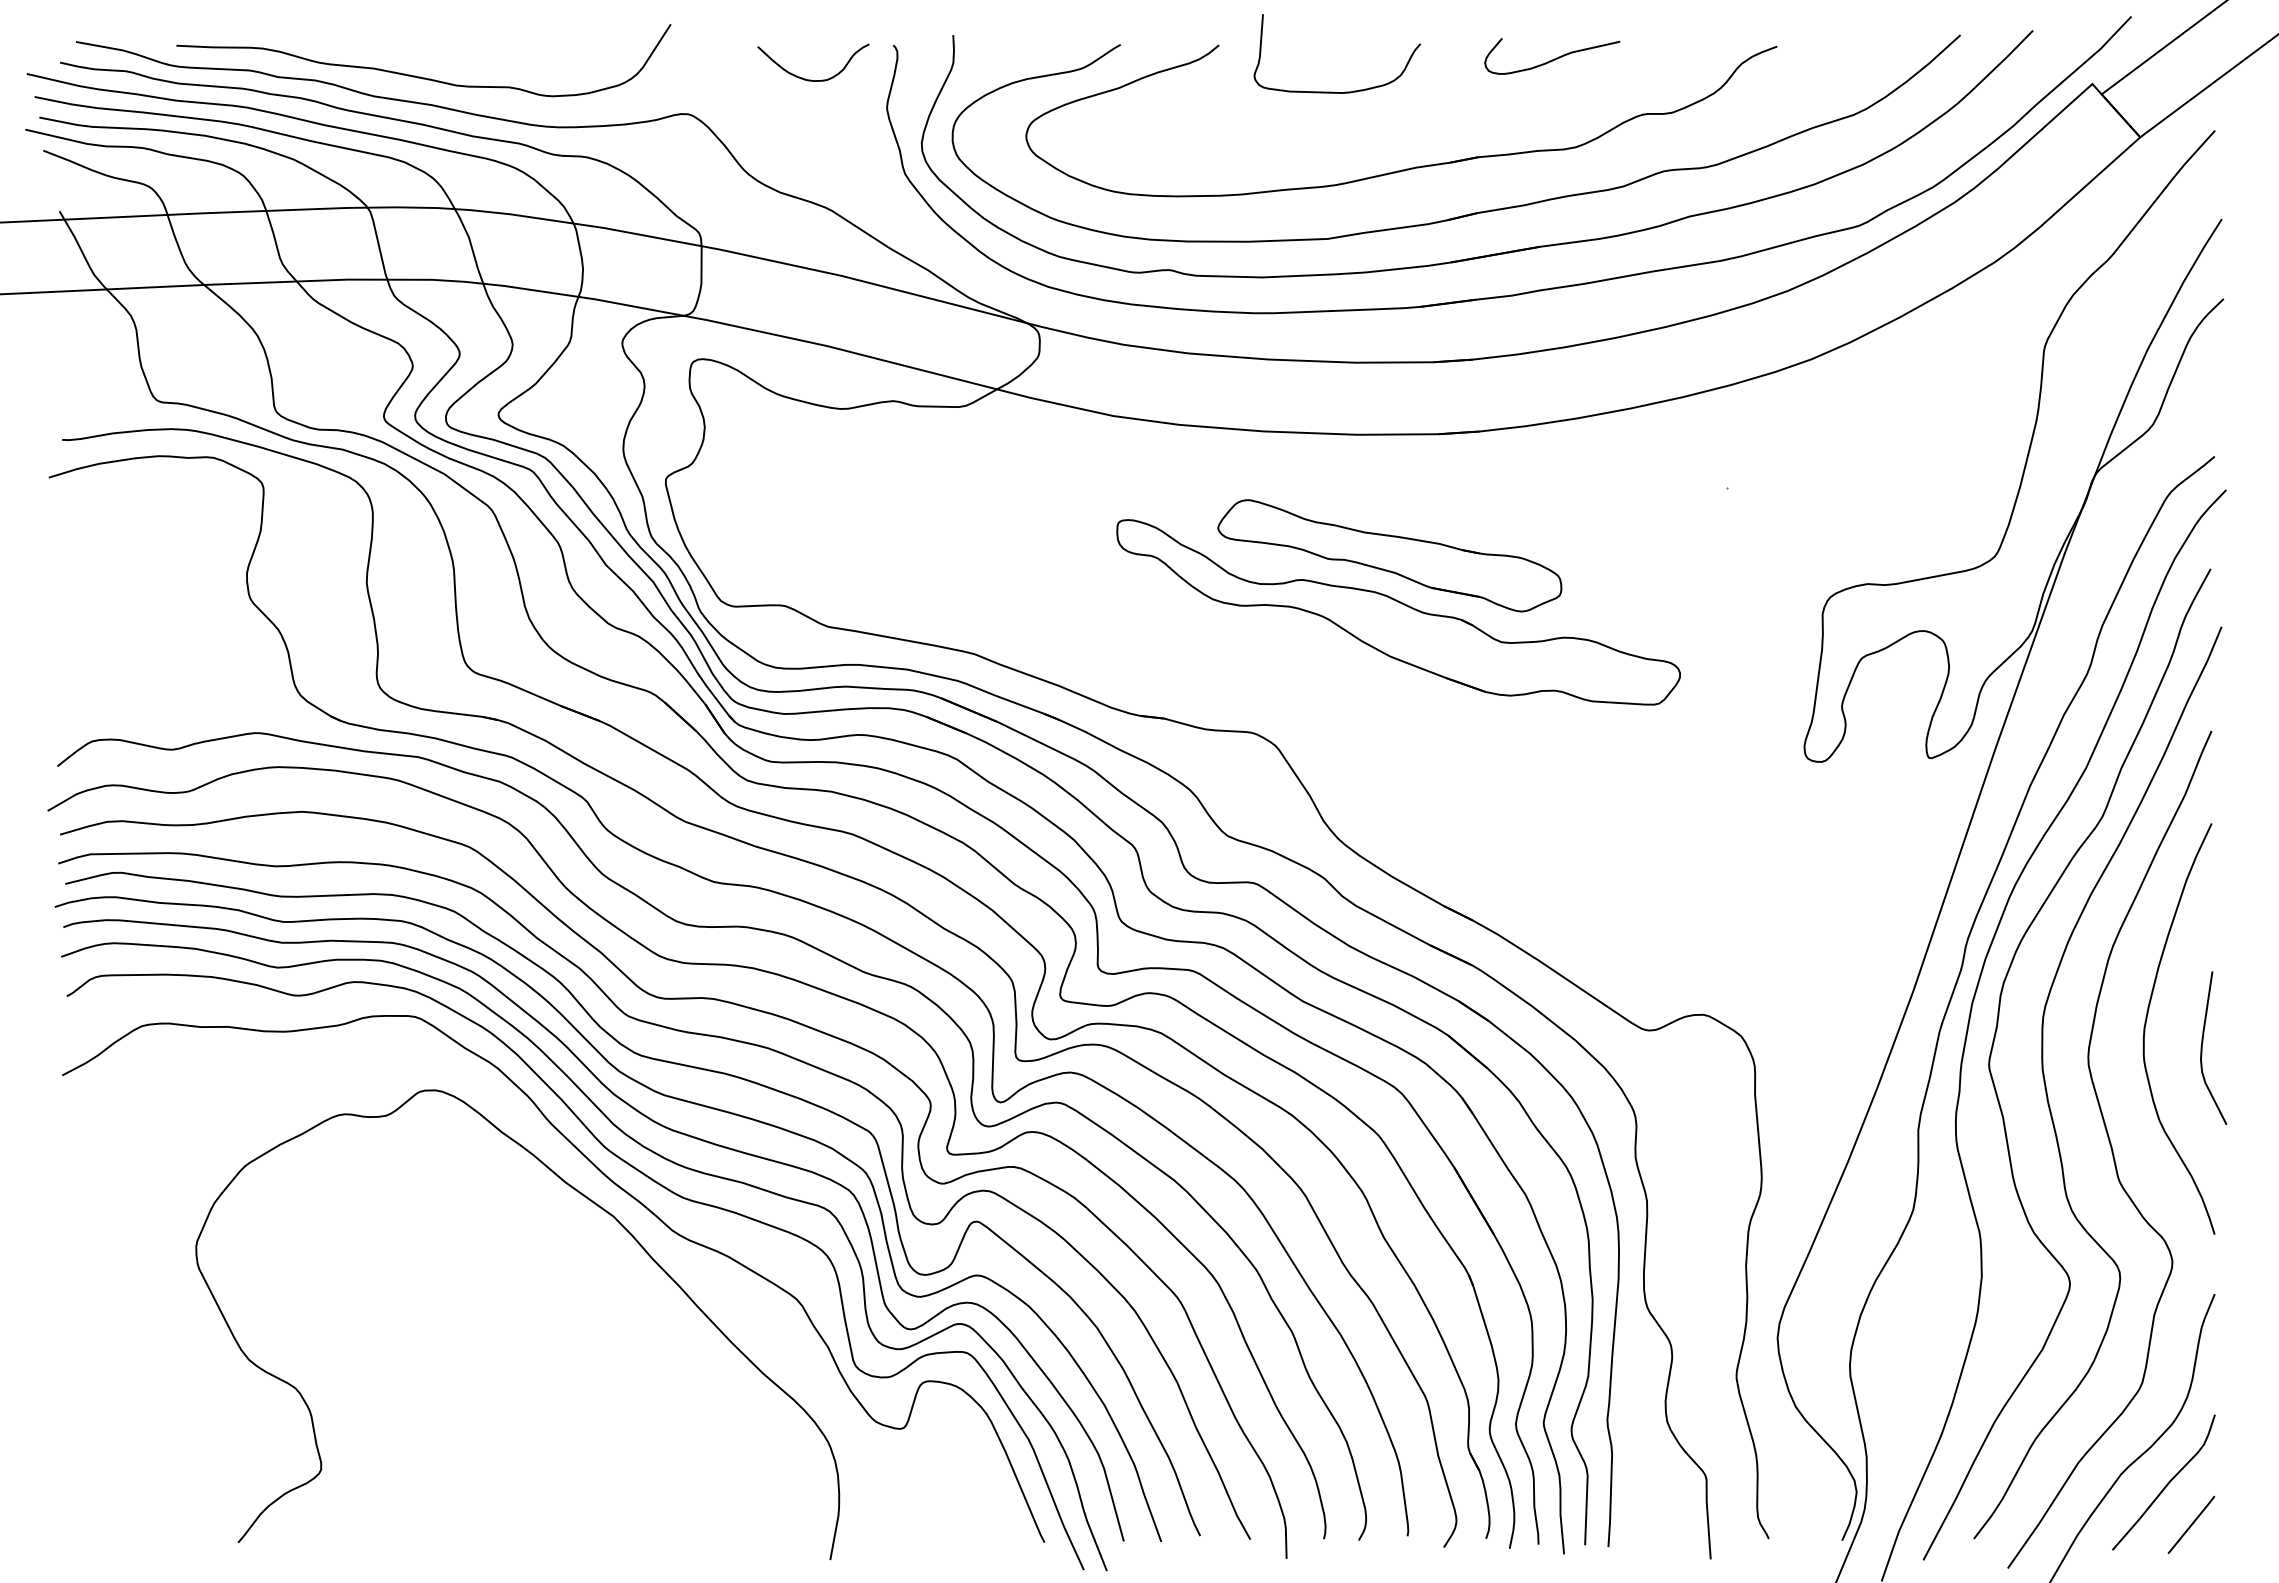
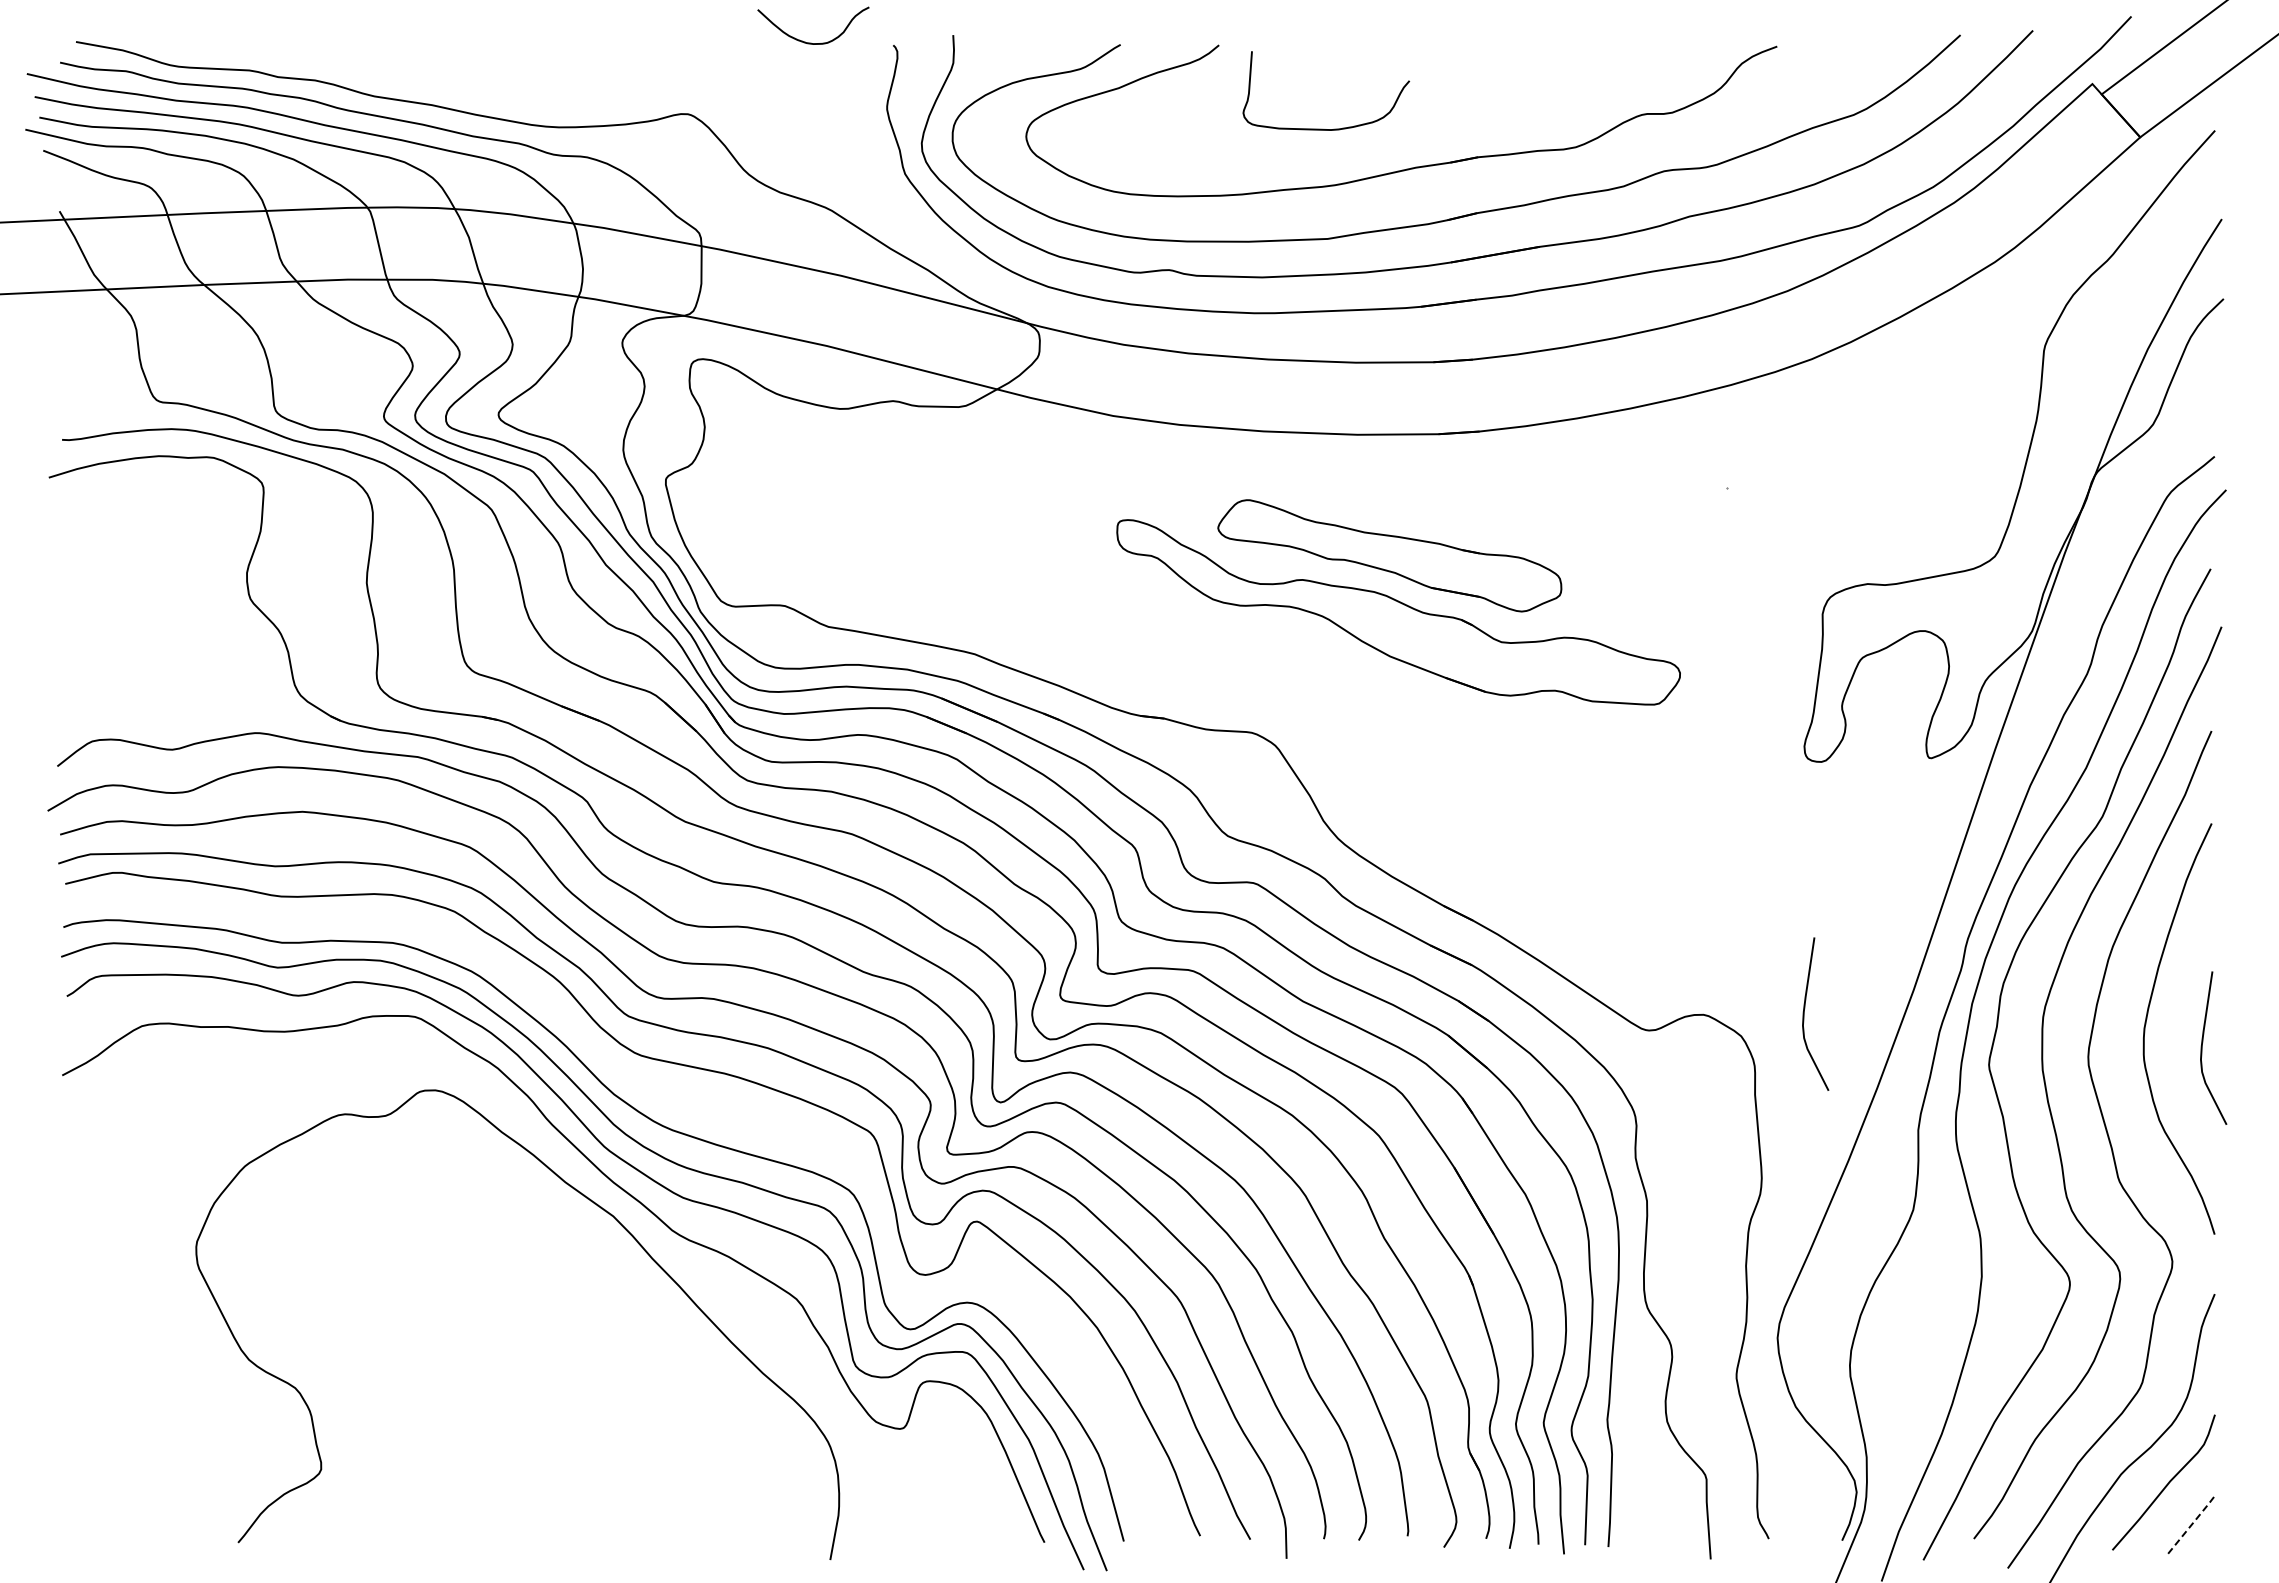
curve at (1554, 58): present -> none
curve at (420, 76): present -> none
curve at (811, 79) position: (811, 79) -> (811, 42)
curve at (1334, 91) position: (1334, 91) -> (1323, 128)
curve at (1804, 1013): none -> present
curve at (659, 1094): present -> none
line at (2192, 1524): solid -> dashed
